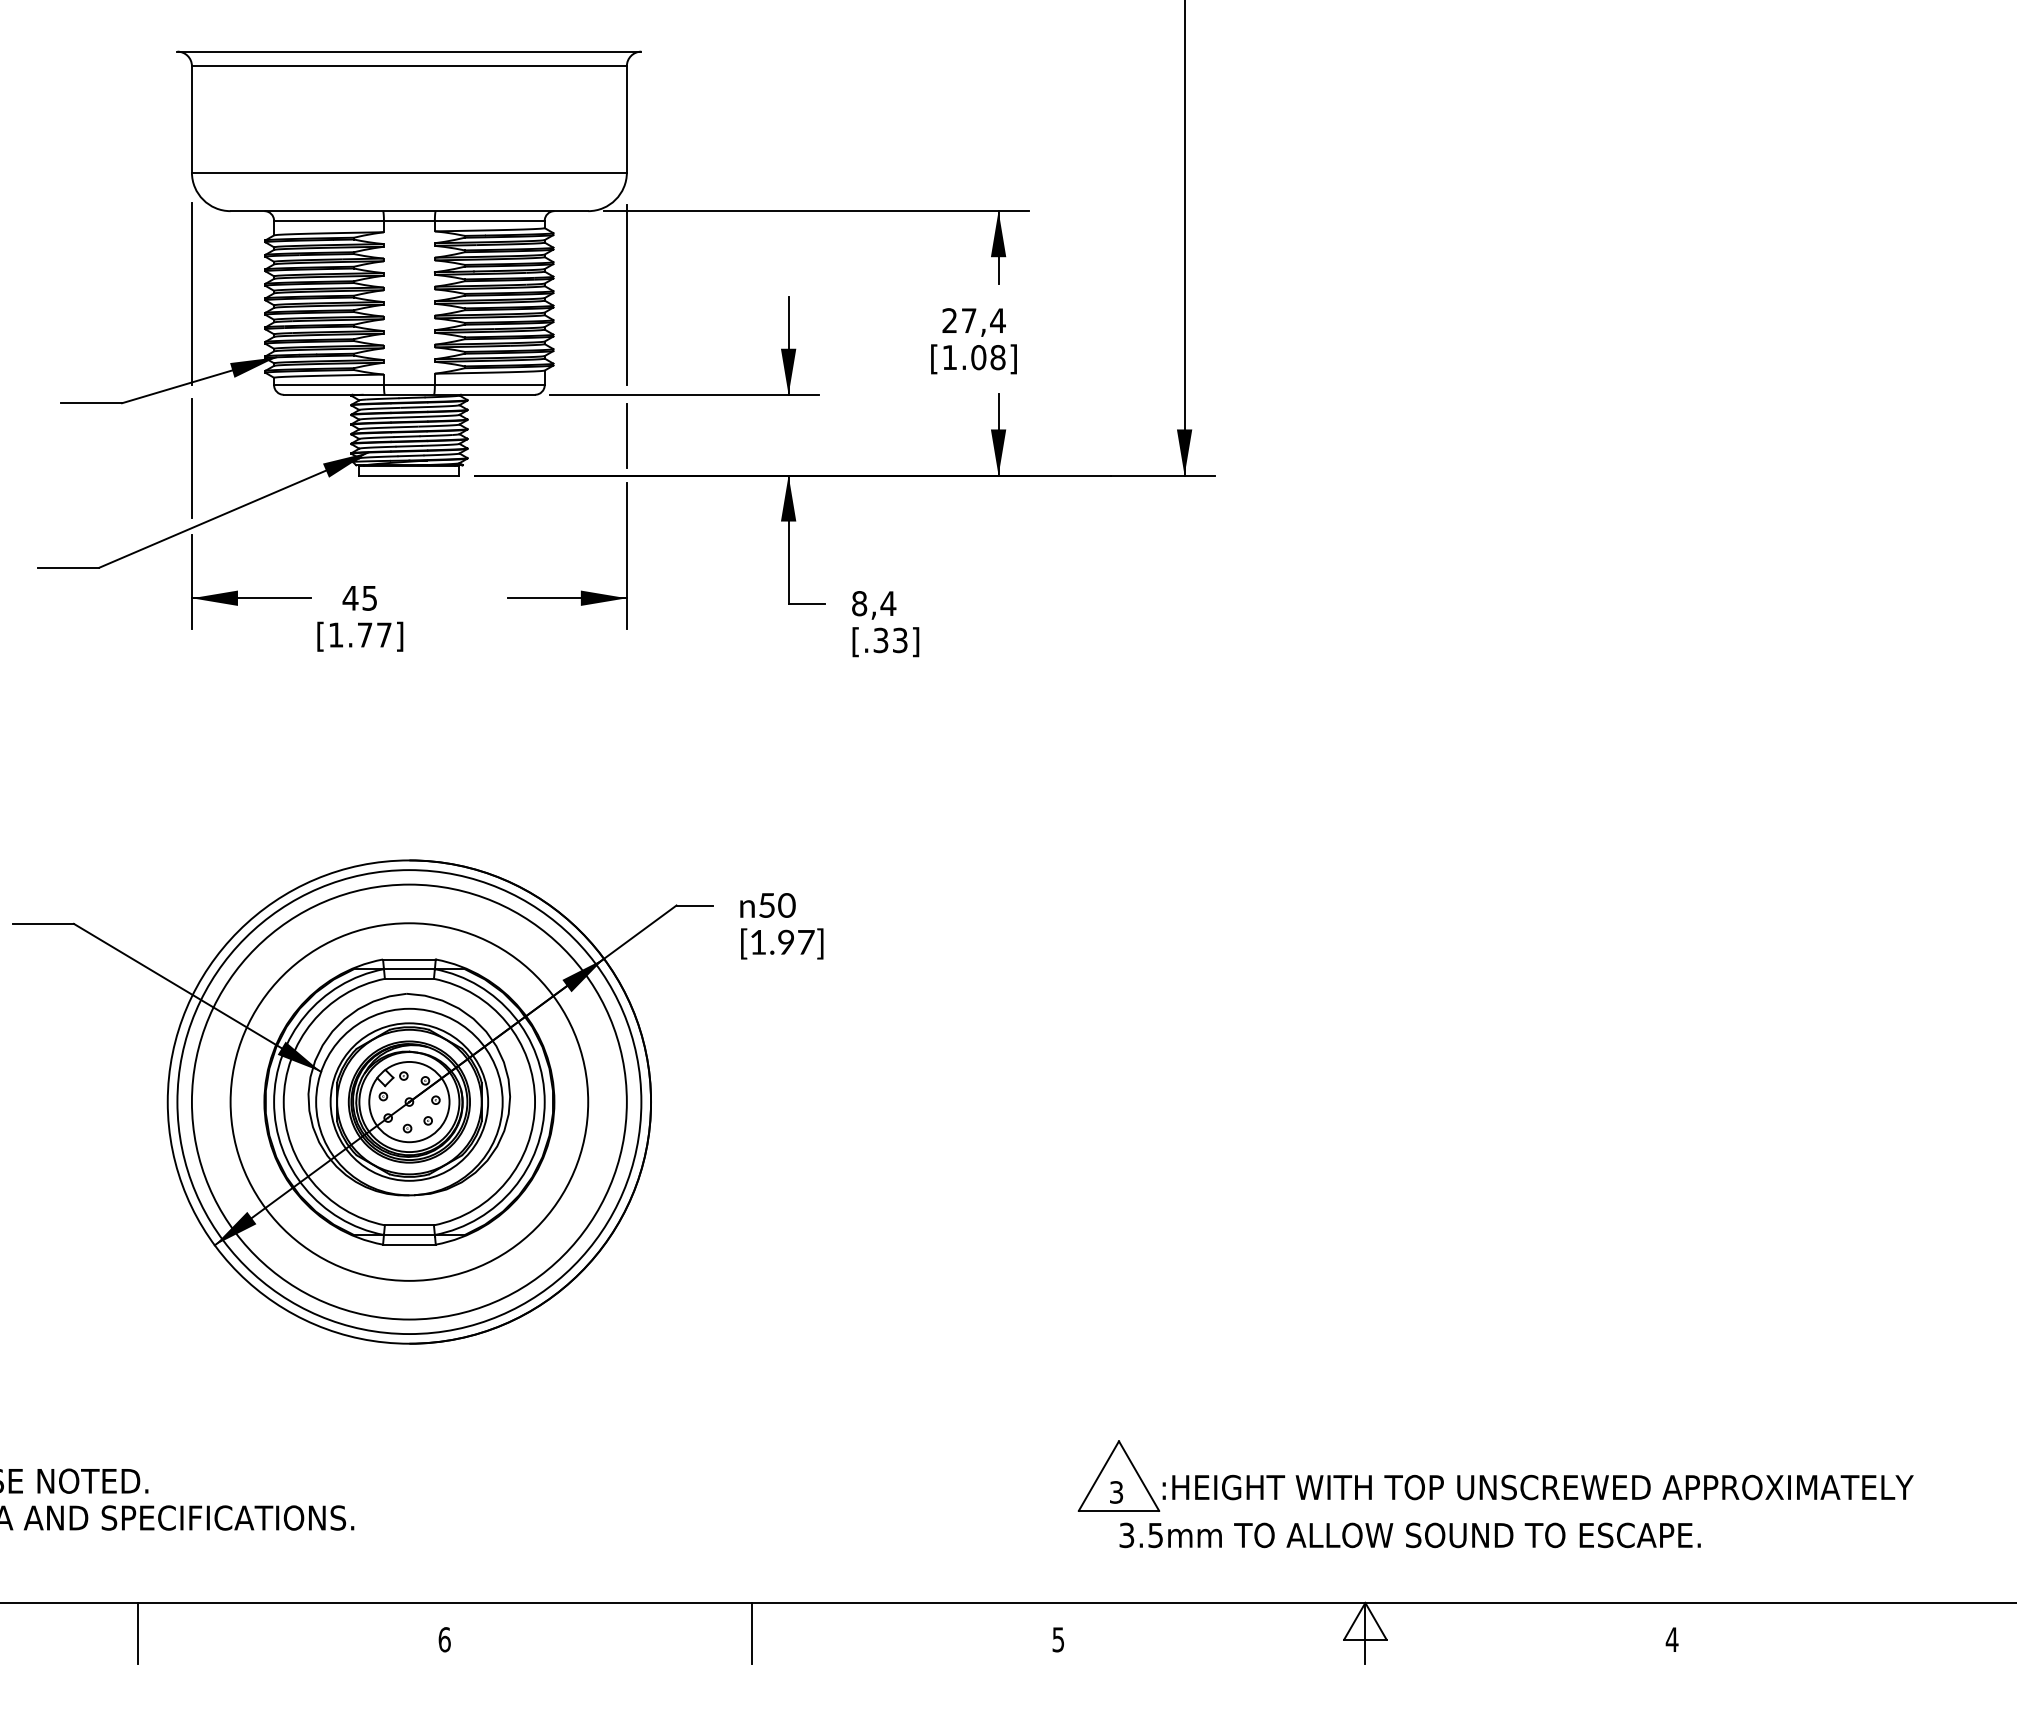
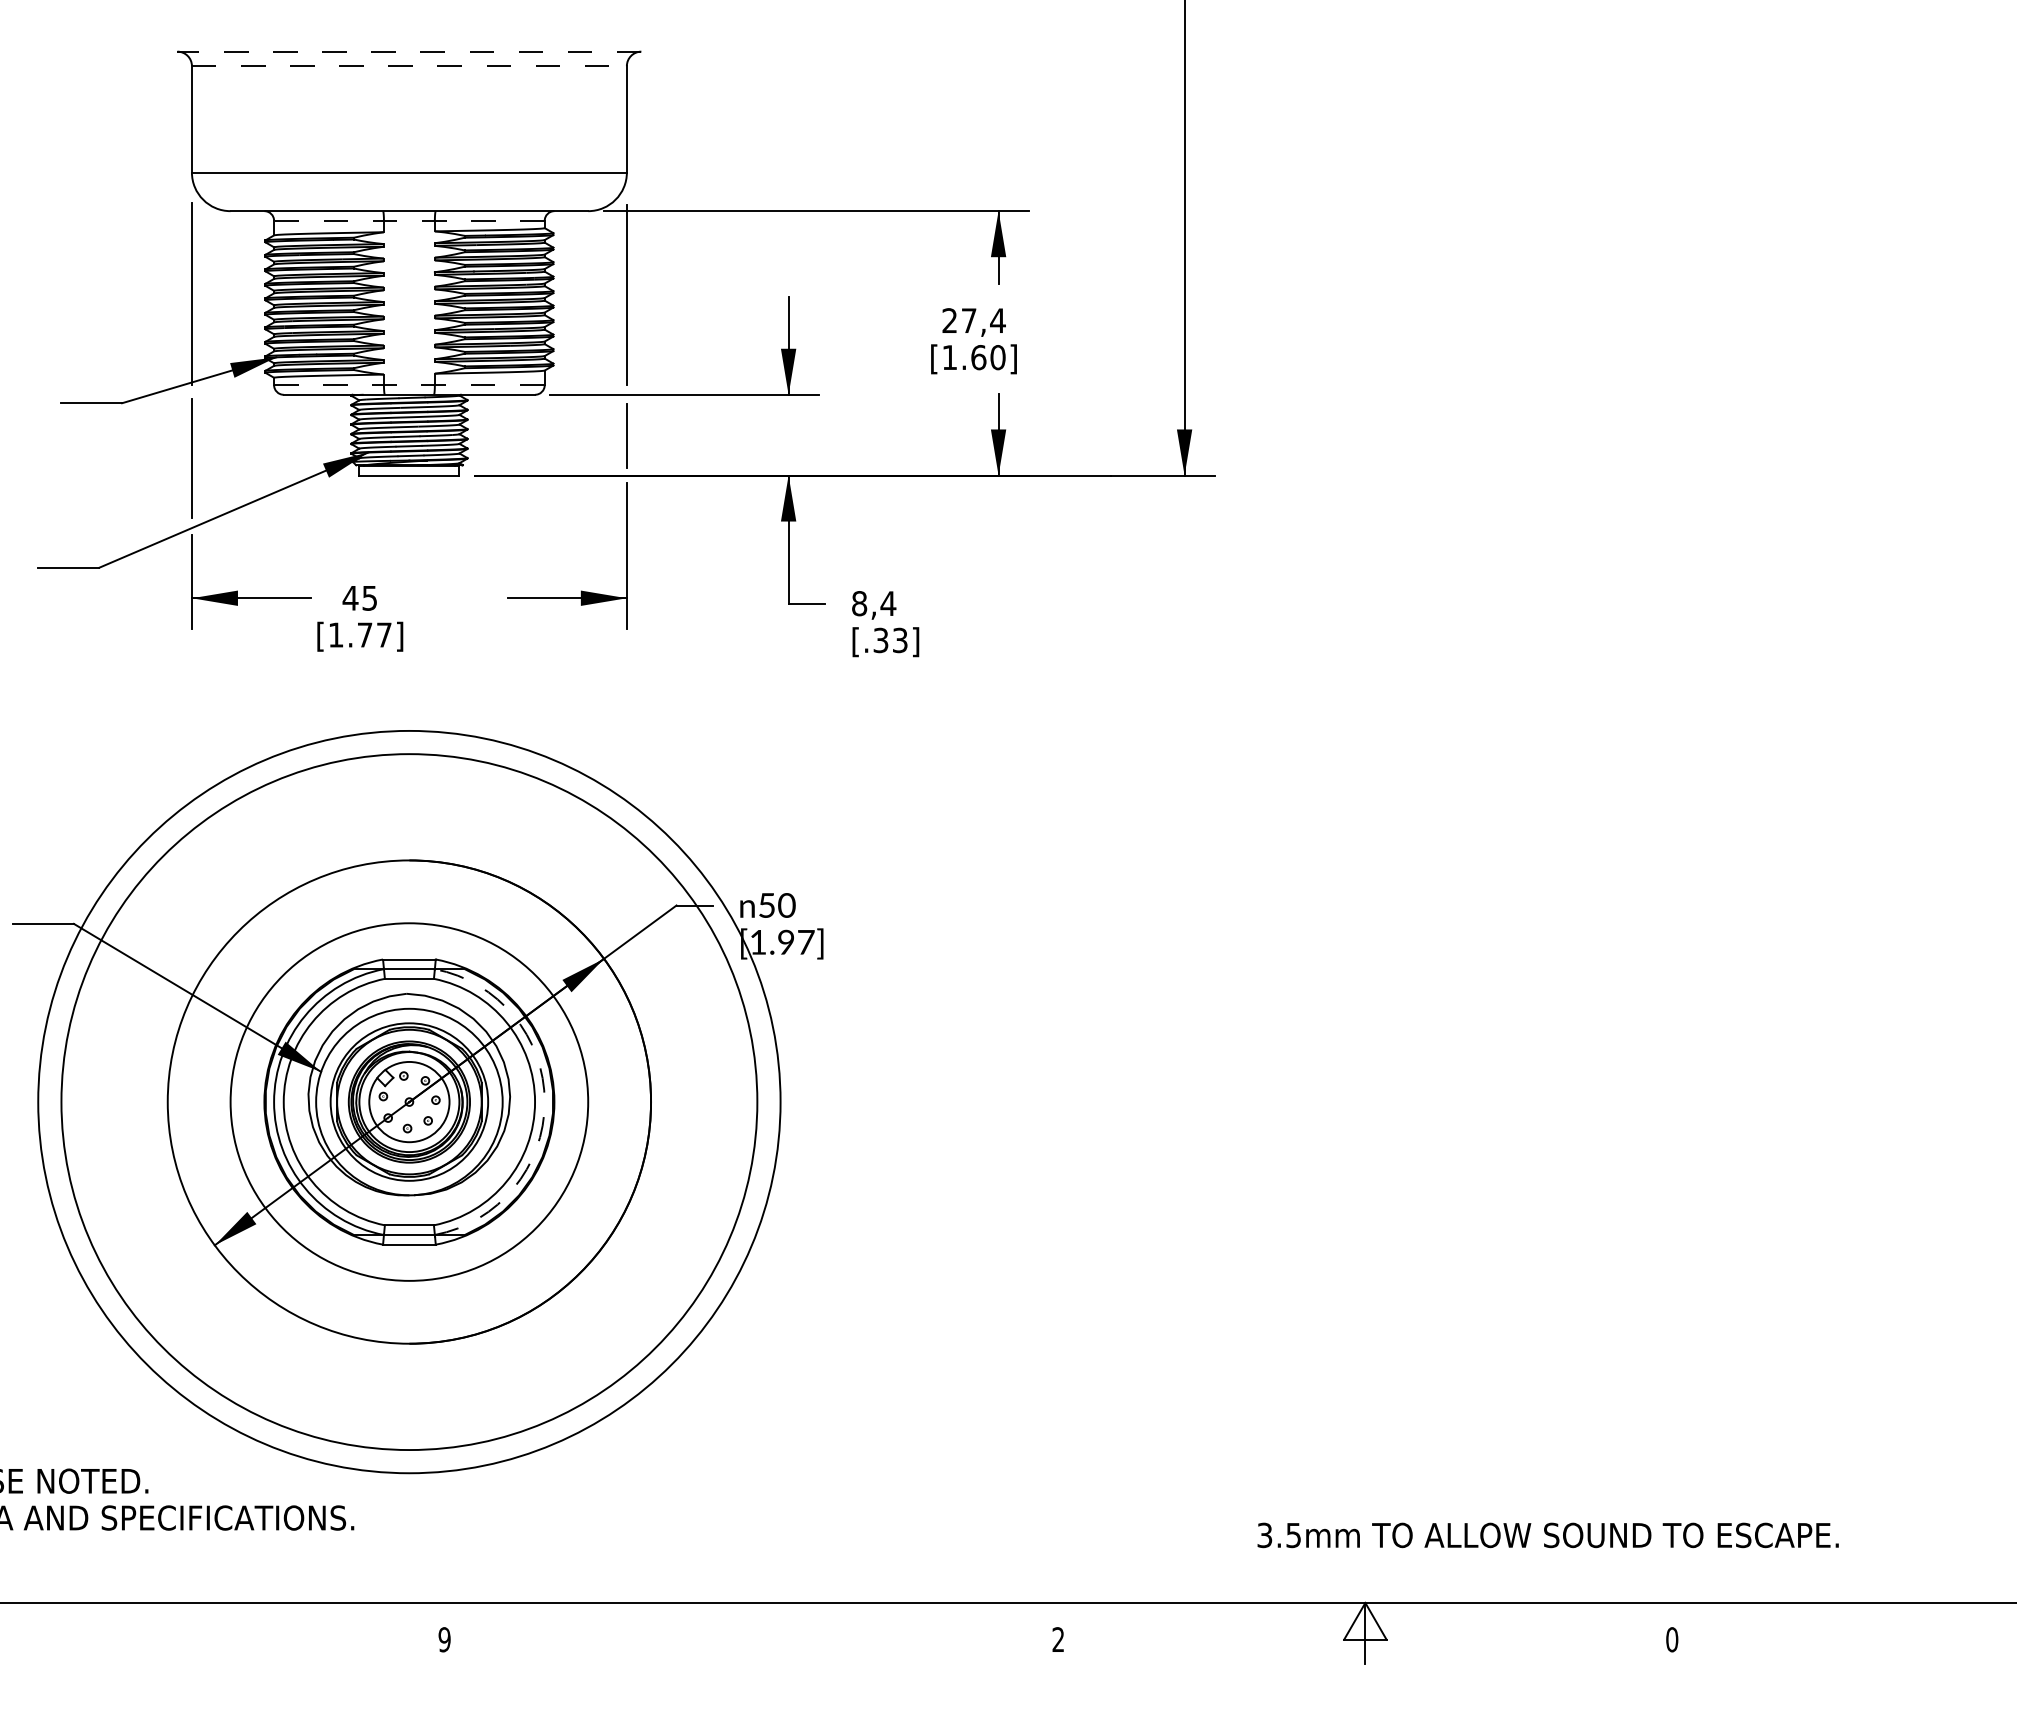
line at (409, 51): solid -> dashed
line at (409, 66): solid -> dashed
line at (408, 220): solid -> dashed
text at (988, 357): [1.08] -> [1.60]
line at (409, 385): solid -> dashed
circle at (408, 1101) diameter: 435 px -> 696 px
circle at (409, 1102) diameter: 464 px -> 742 px
arc at (544, 1102): solid -> dashed
part at (1495, 1475): present -> none
text at (1409, 1535) position: (1409, 1535) -> (1547, 1535)
line at (137, 1633): present -> none
line at (751, 1633): present -> none
text at (444, 1639): 6 -> 9
text at (1057, 1639): 5 -> 2
text at (1671, 1639): 4 -> 0
